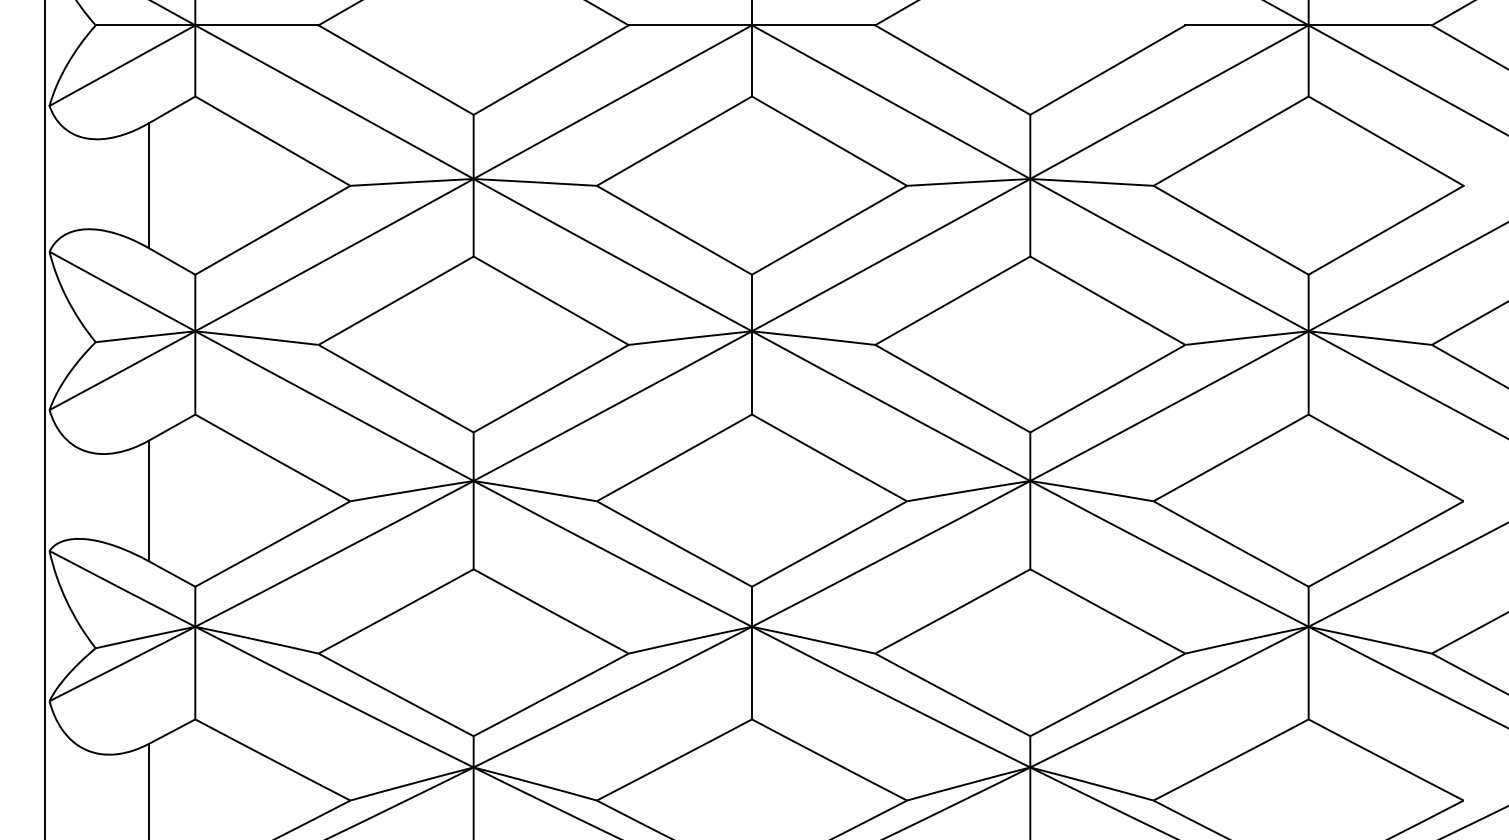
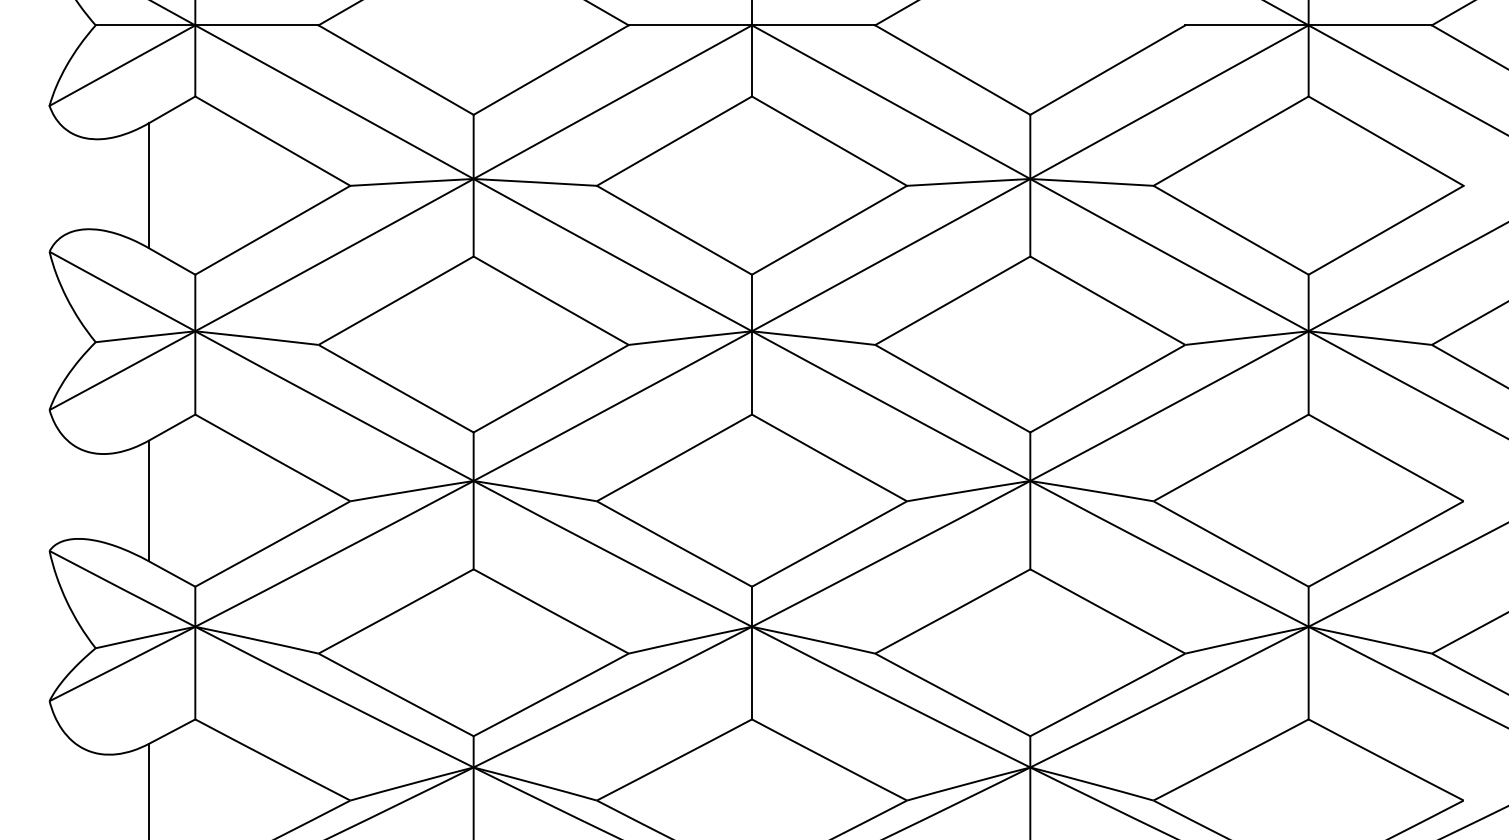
line at (45, 419): present -> none
